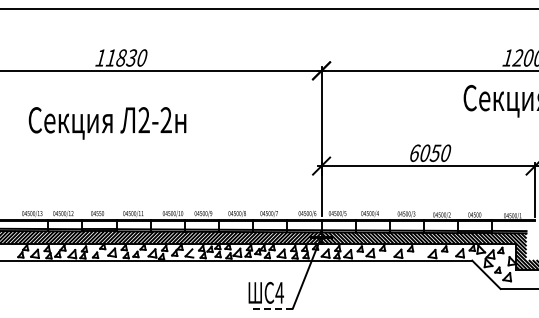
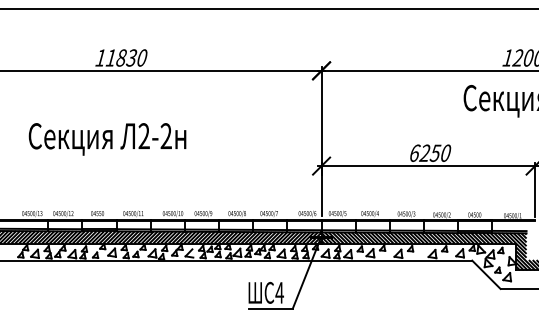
text at (107, 123) position: (107, 123) -> (107, 139)
text at (424, 152): 6050 -> 6250
line at (270, 308): dashed -> solid
